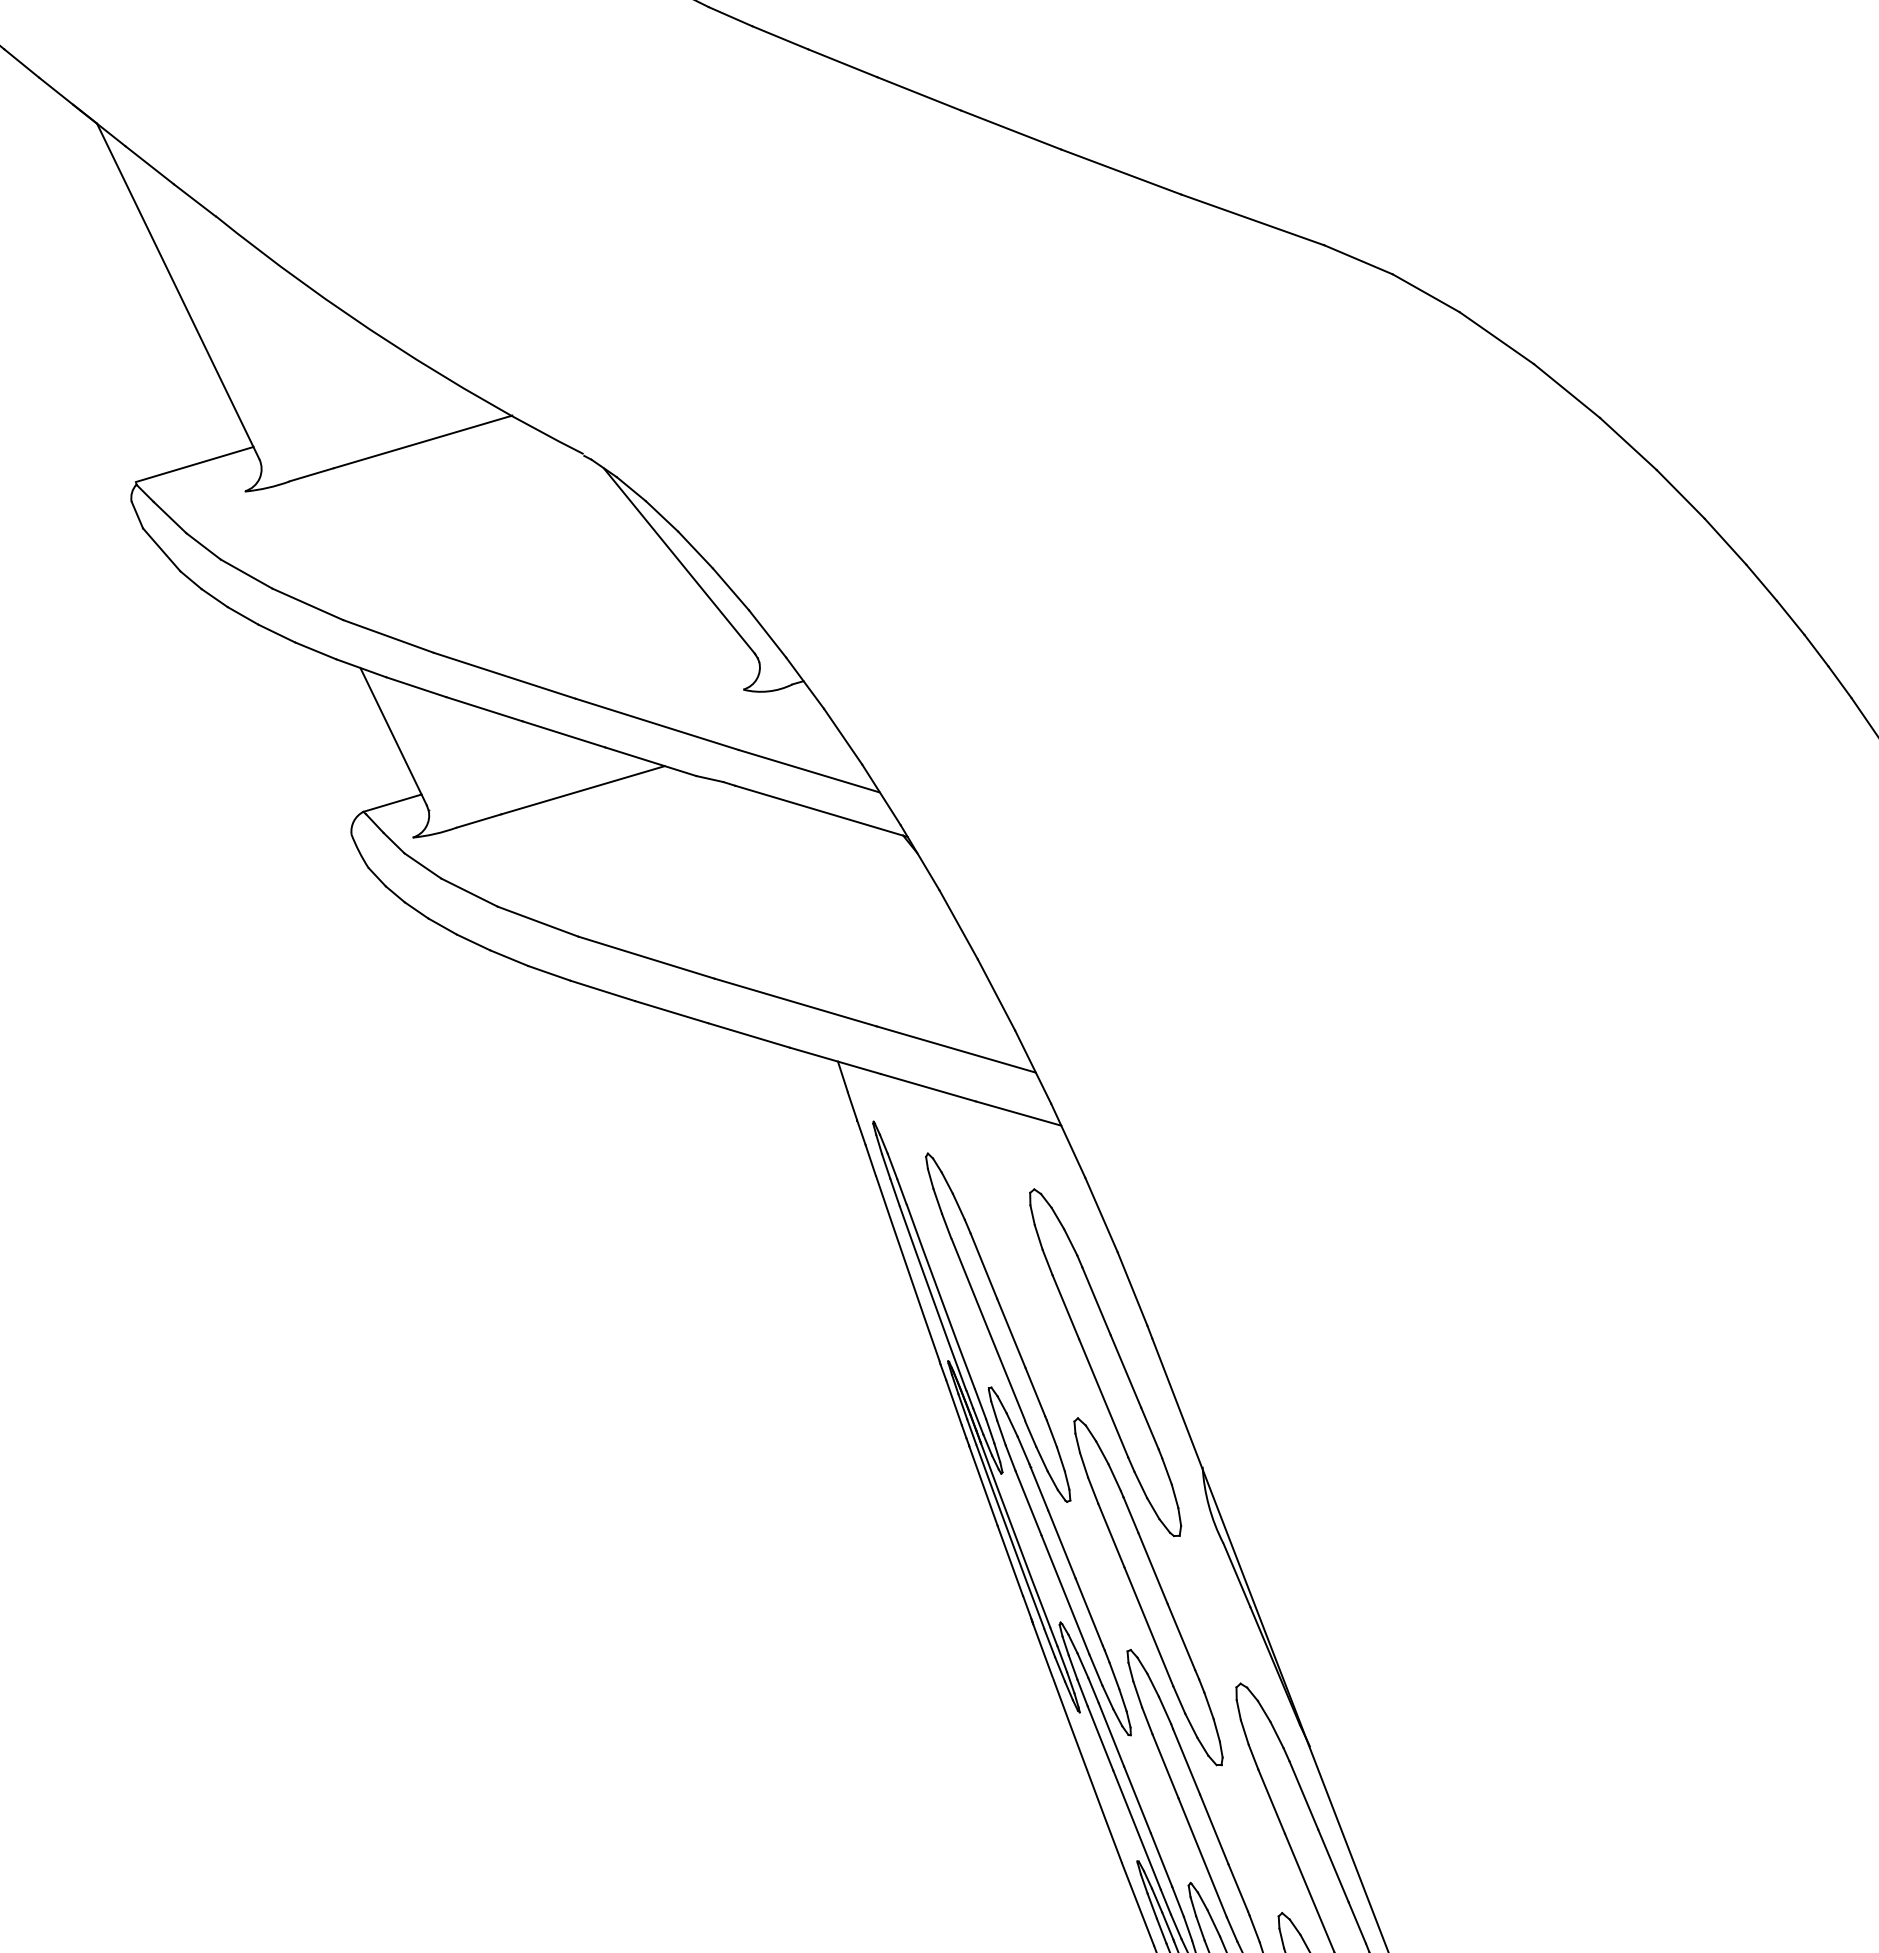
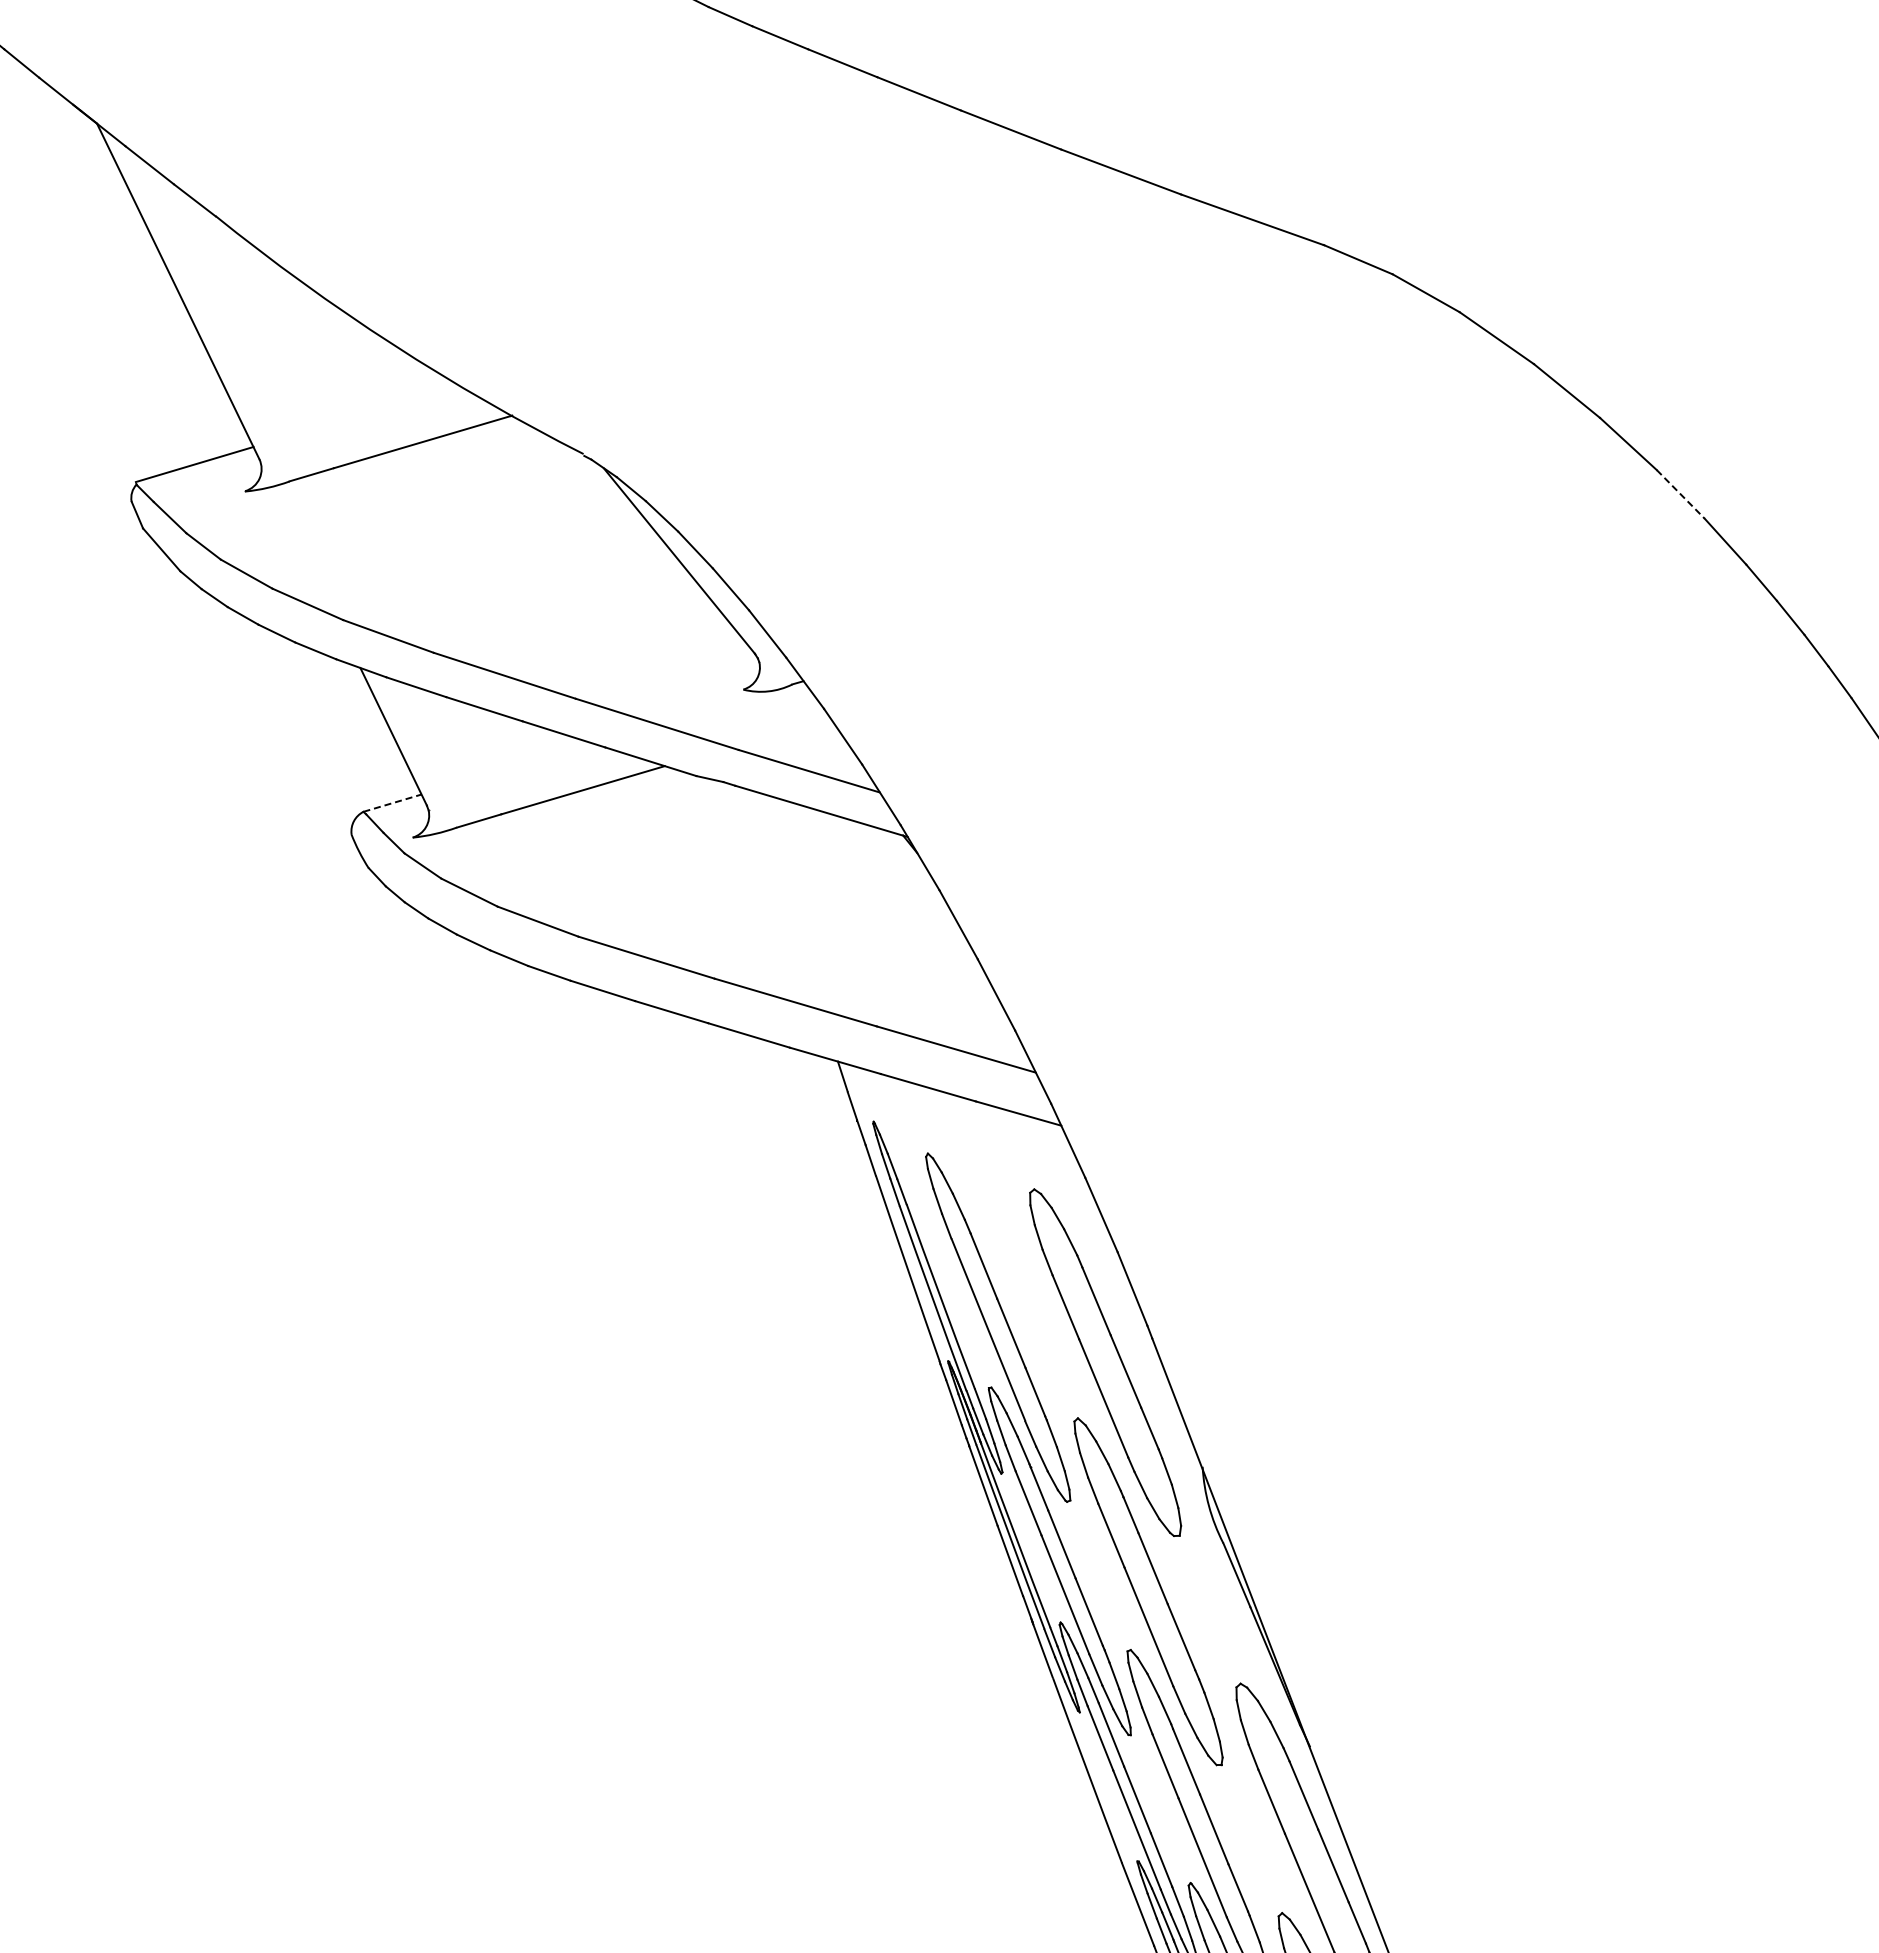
line at (1681, 494): solid -> dashed
line at (393, 803): solid -> dashed
